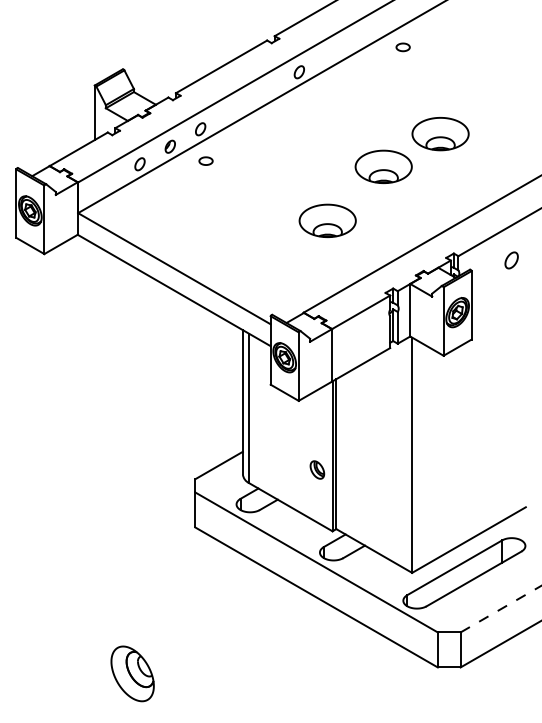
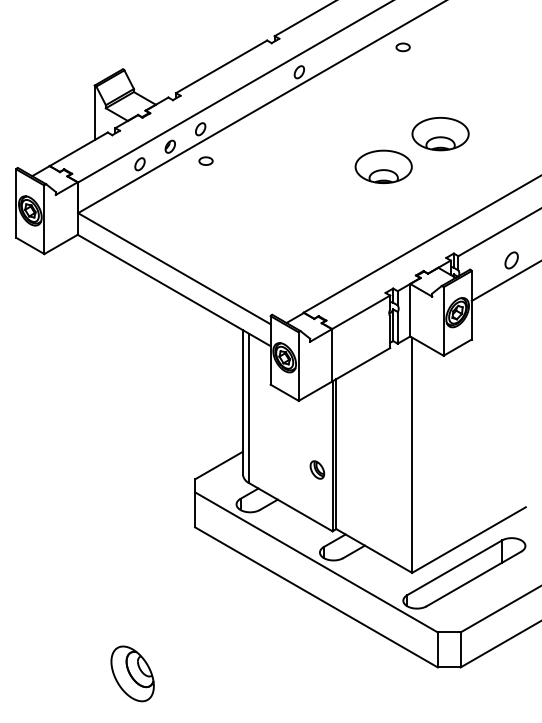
part at (327, 220): present -> none
line at (504, 281): none -> present
line at (501, 608): dashed -> solid
